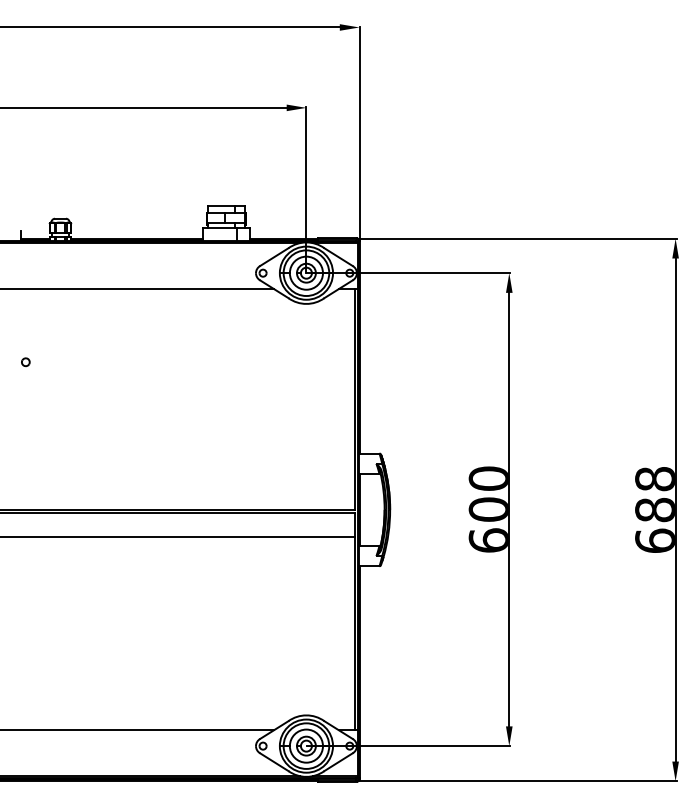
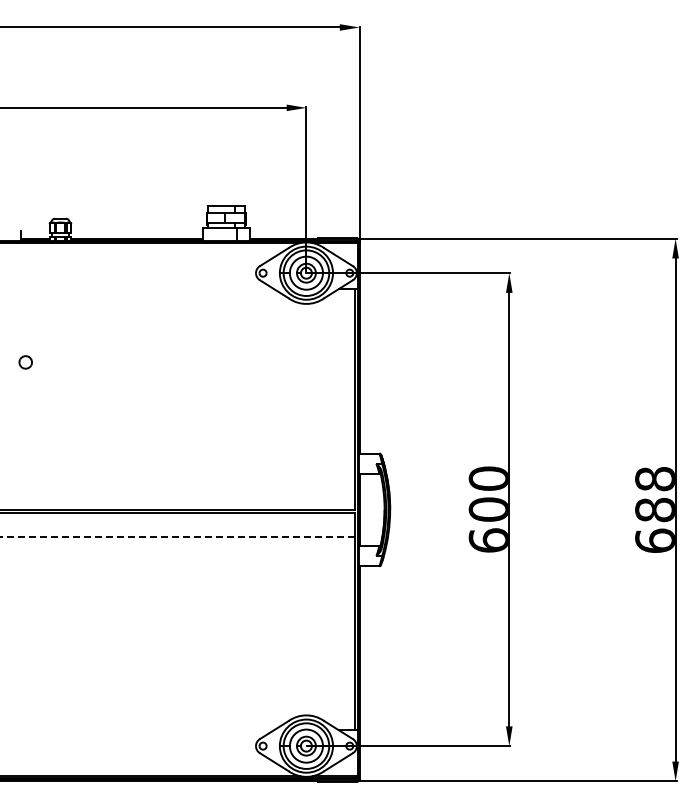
line at (137, 288): present -> none
part at (25, 361) size: 10x10 px -> 15x15 px
line at (177, 537): solid -> dashed
line at (137, 730): present -> none
